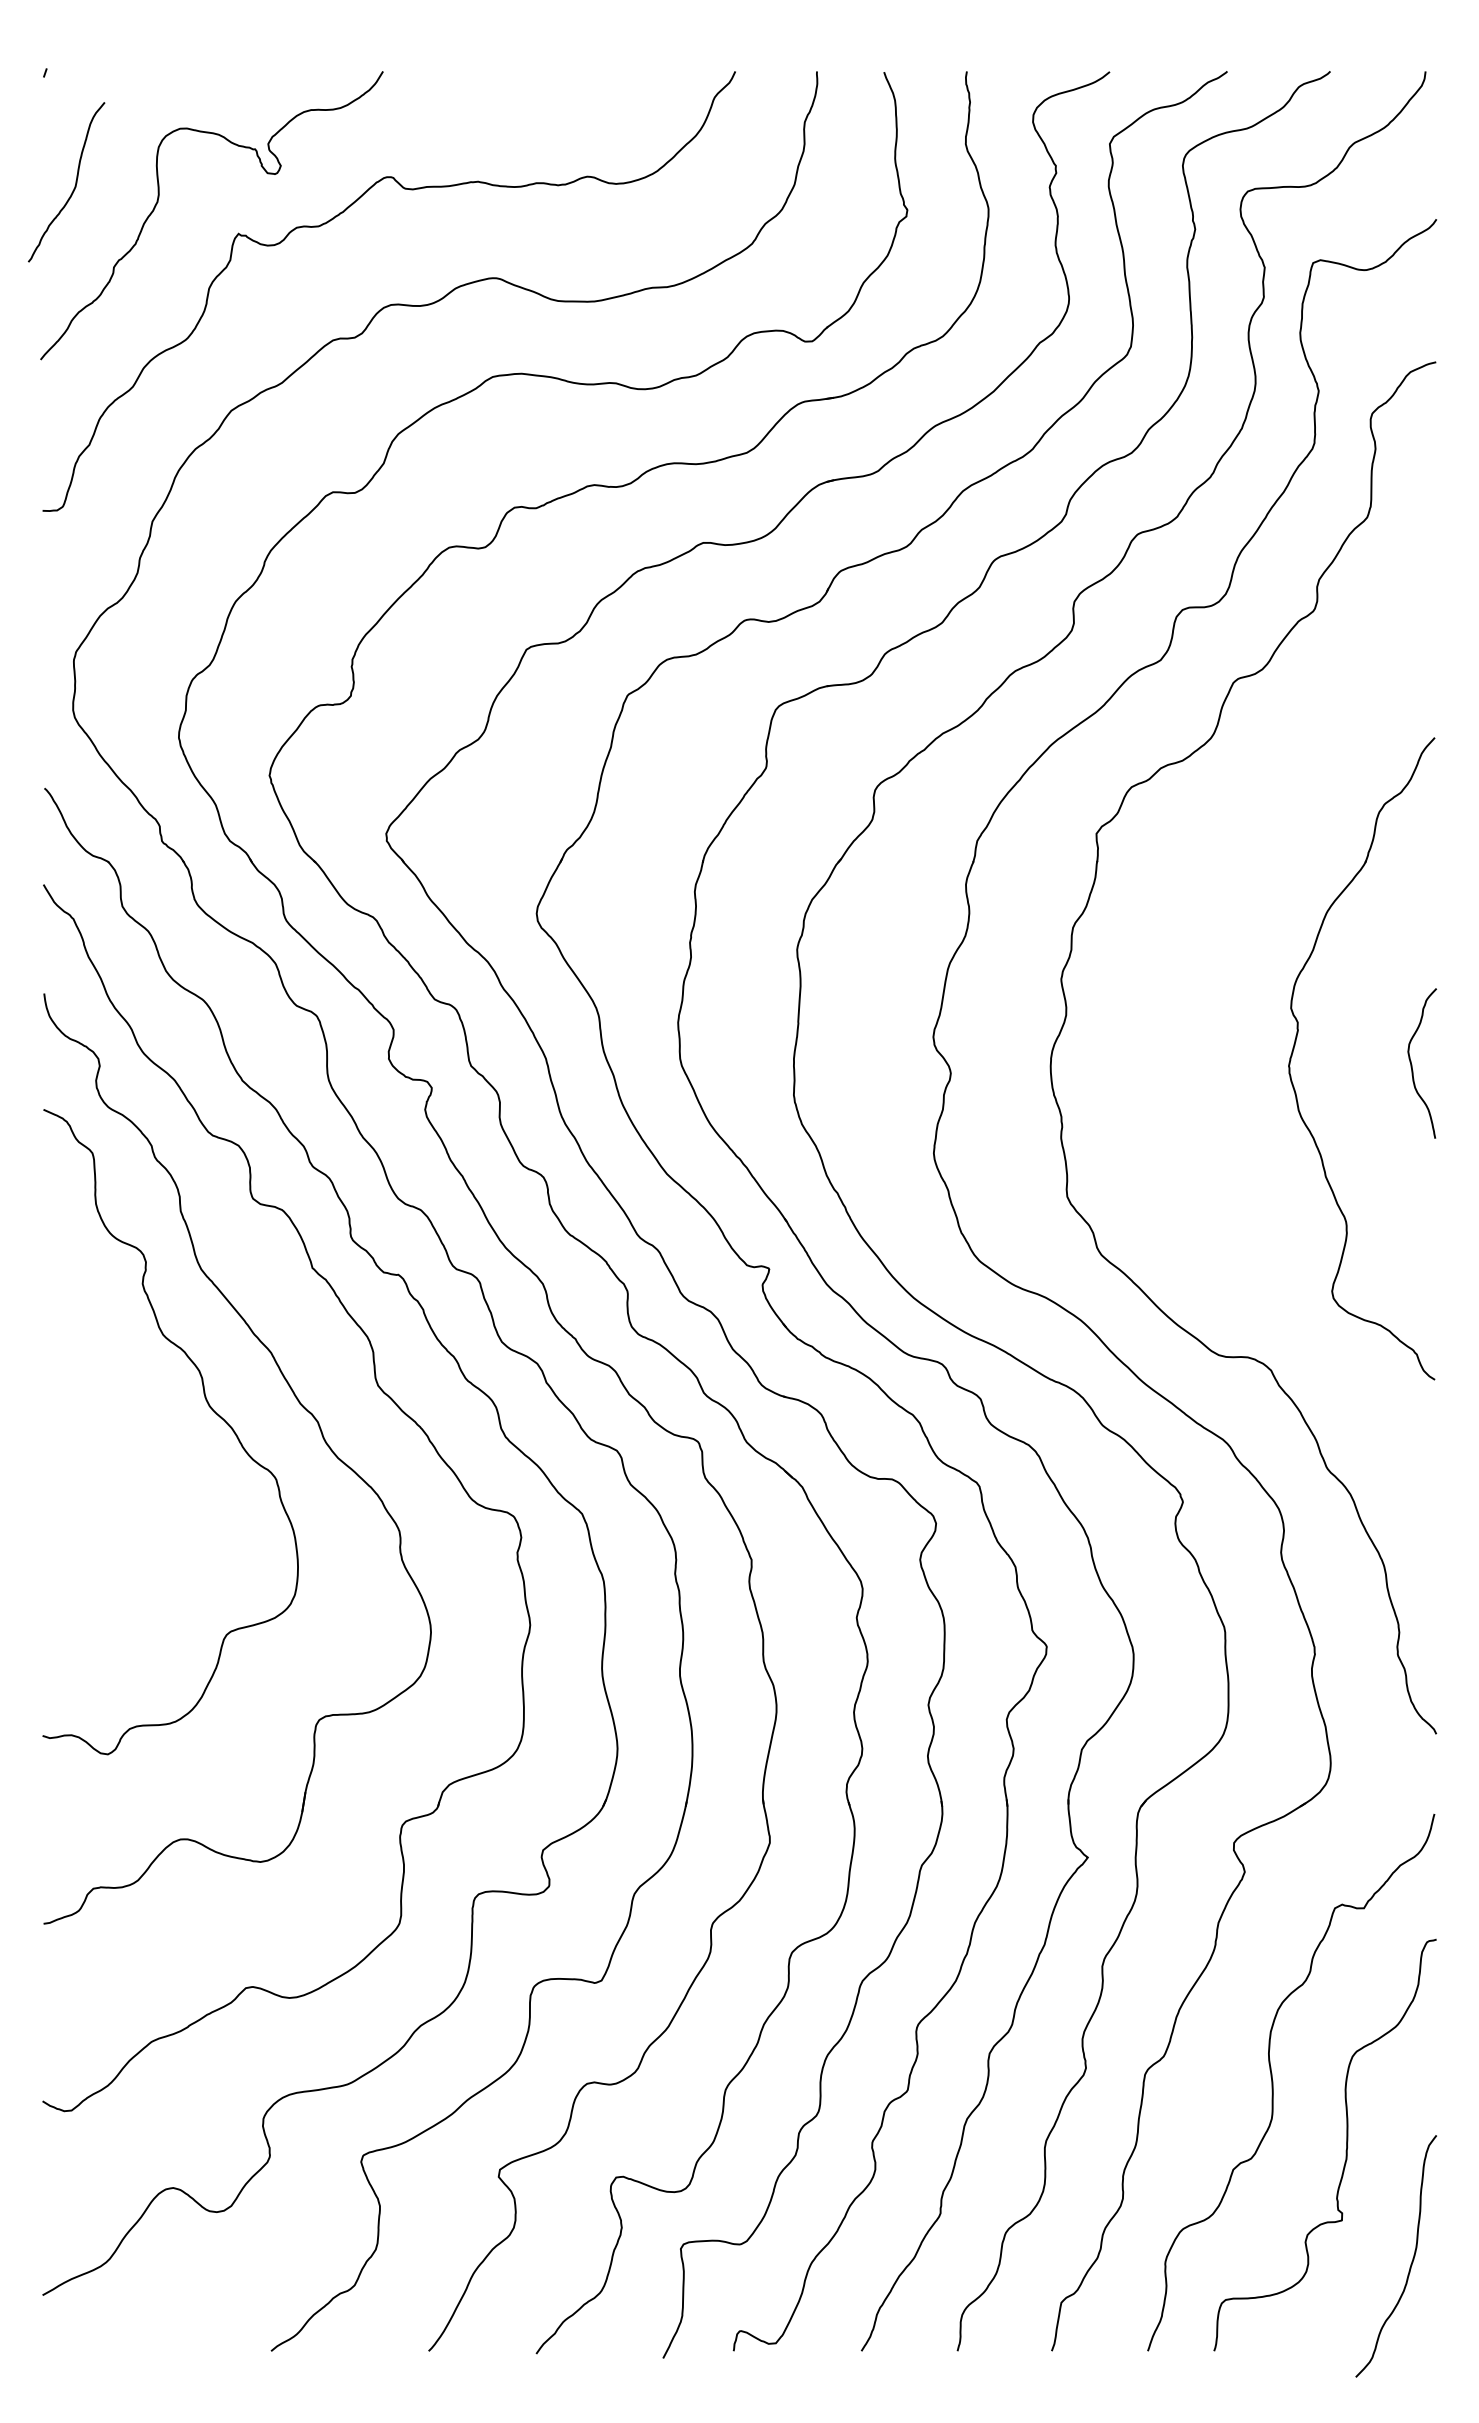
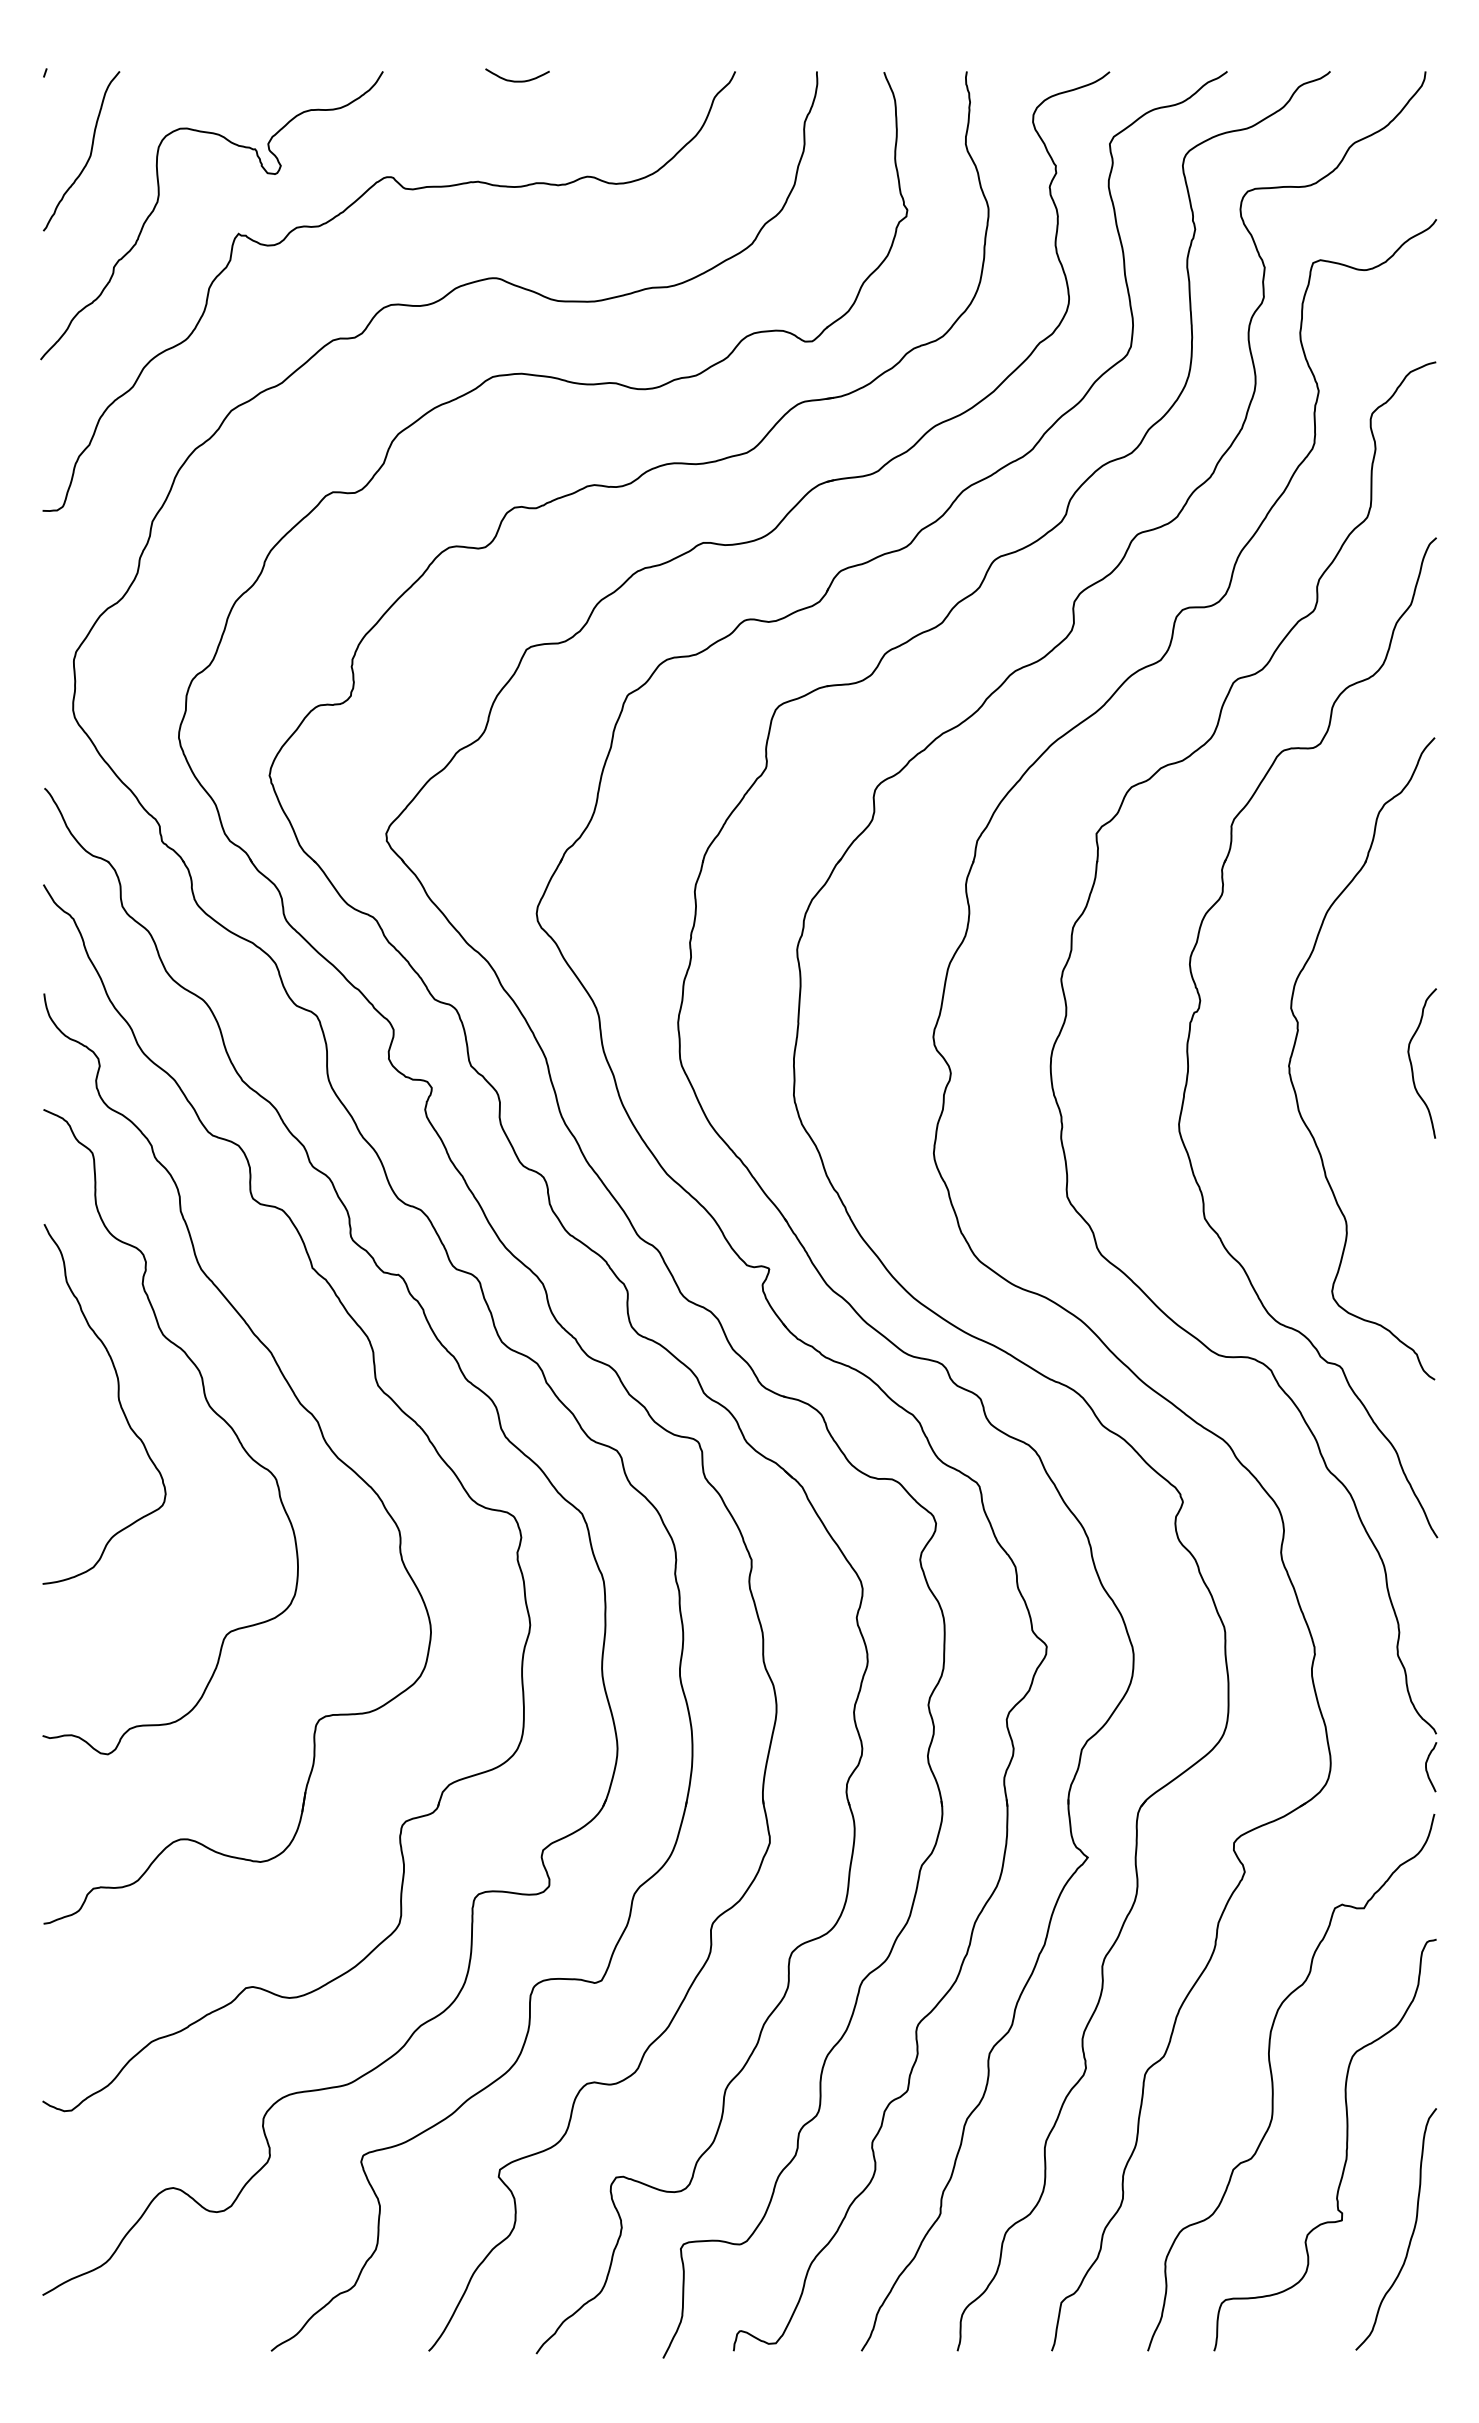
curve at (517, 80): none -> present
curve at (74, 185) position: (74, 185) -> (89, 154)
part at (1200, 1007): none -> present
curve at (118, 1402): none -> present
curve at (1427, 1769): none -> present
curve at (1411, 2261) position: (1411, 2261) -> (1411, 2234)
